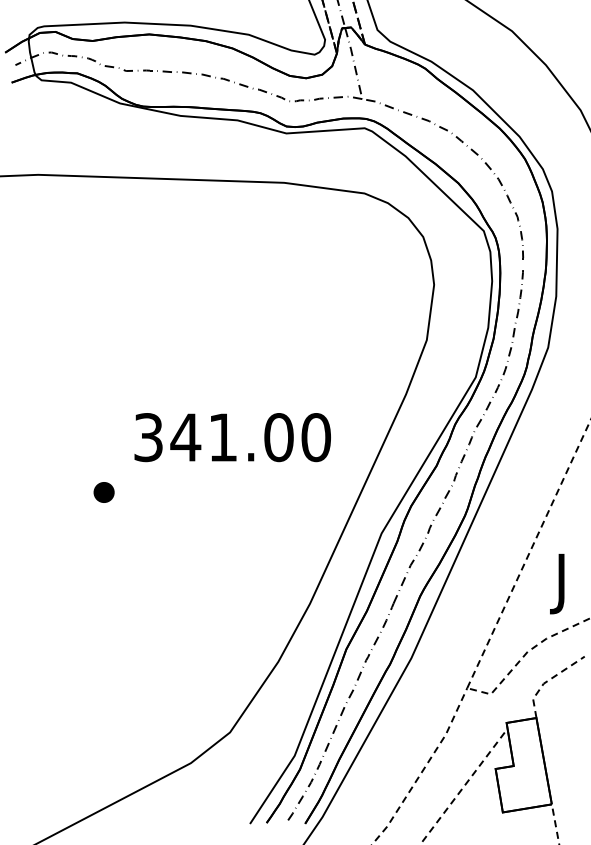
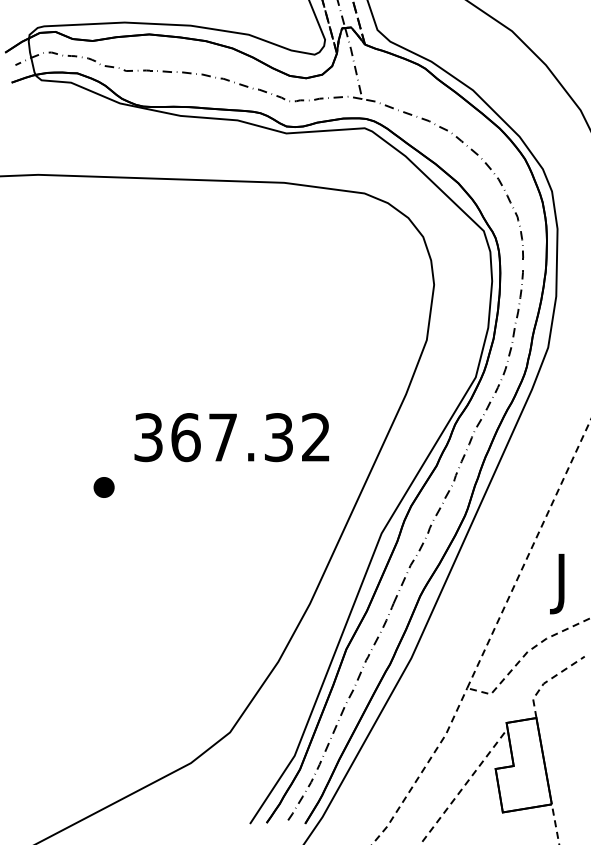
text at (250, 437): 341.00 -> 367.32
part at (103, 492) position: (103, 492) -> (103, 487)
